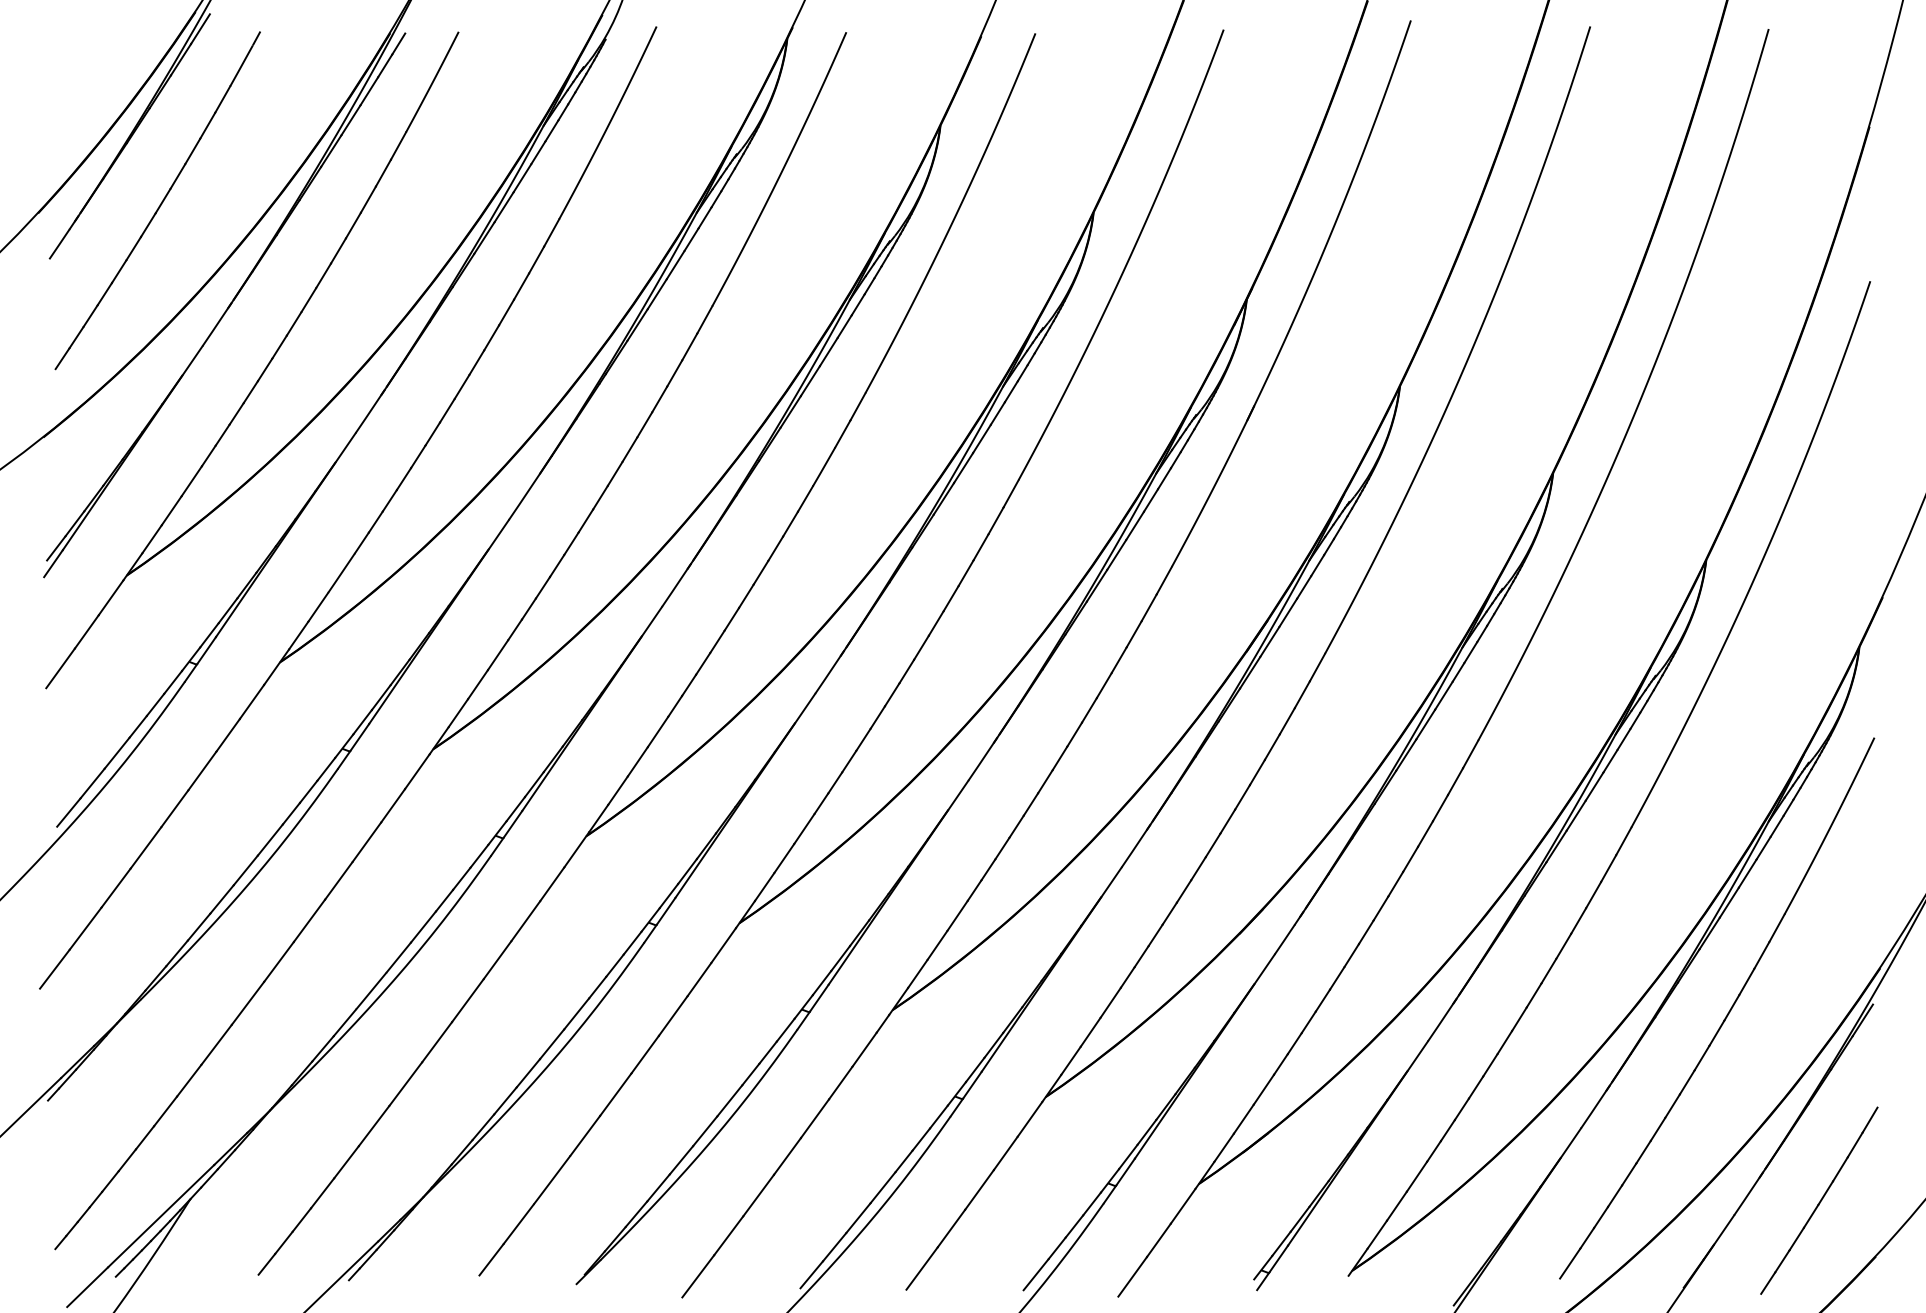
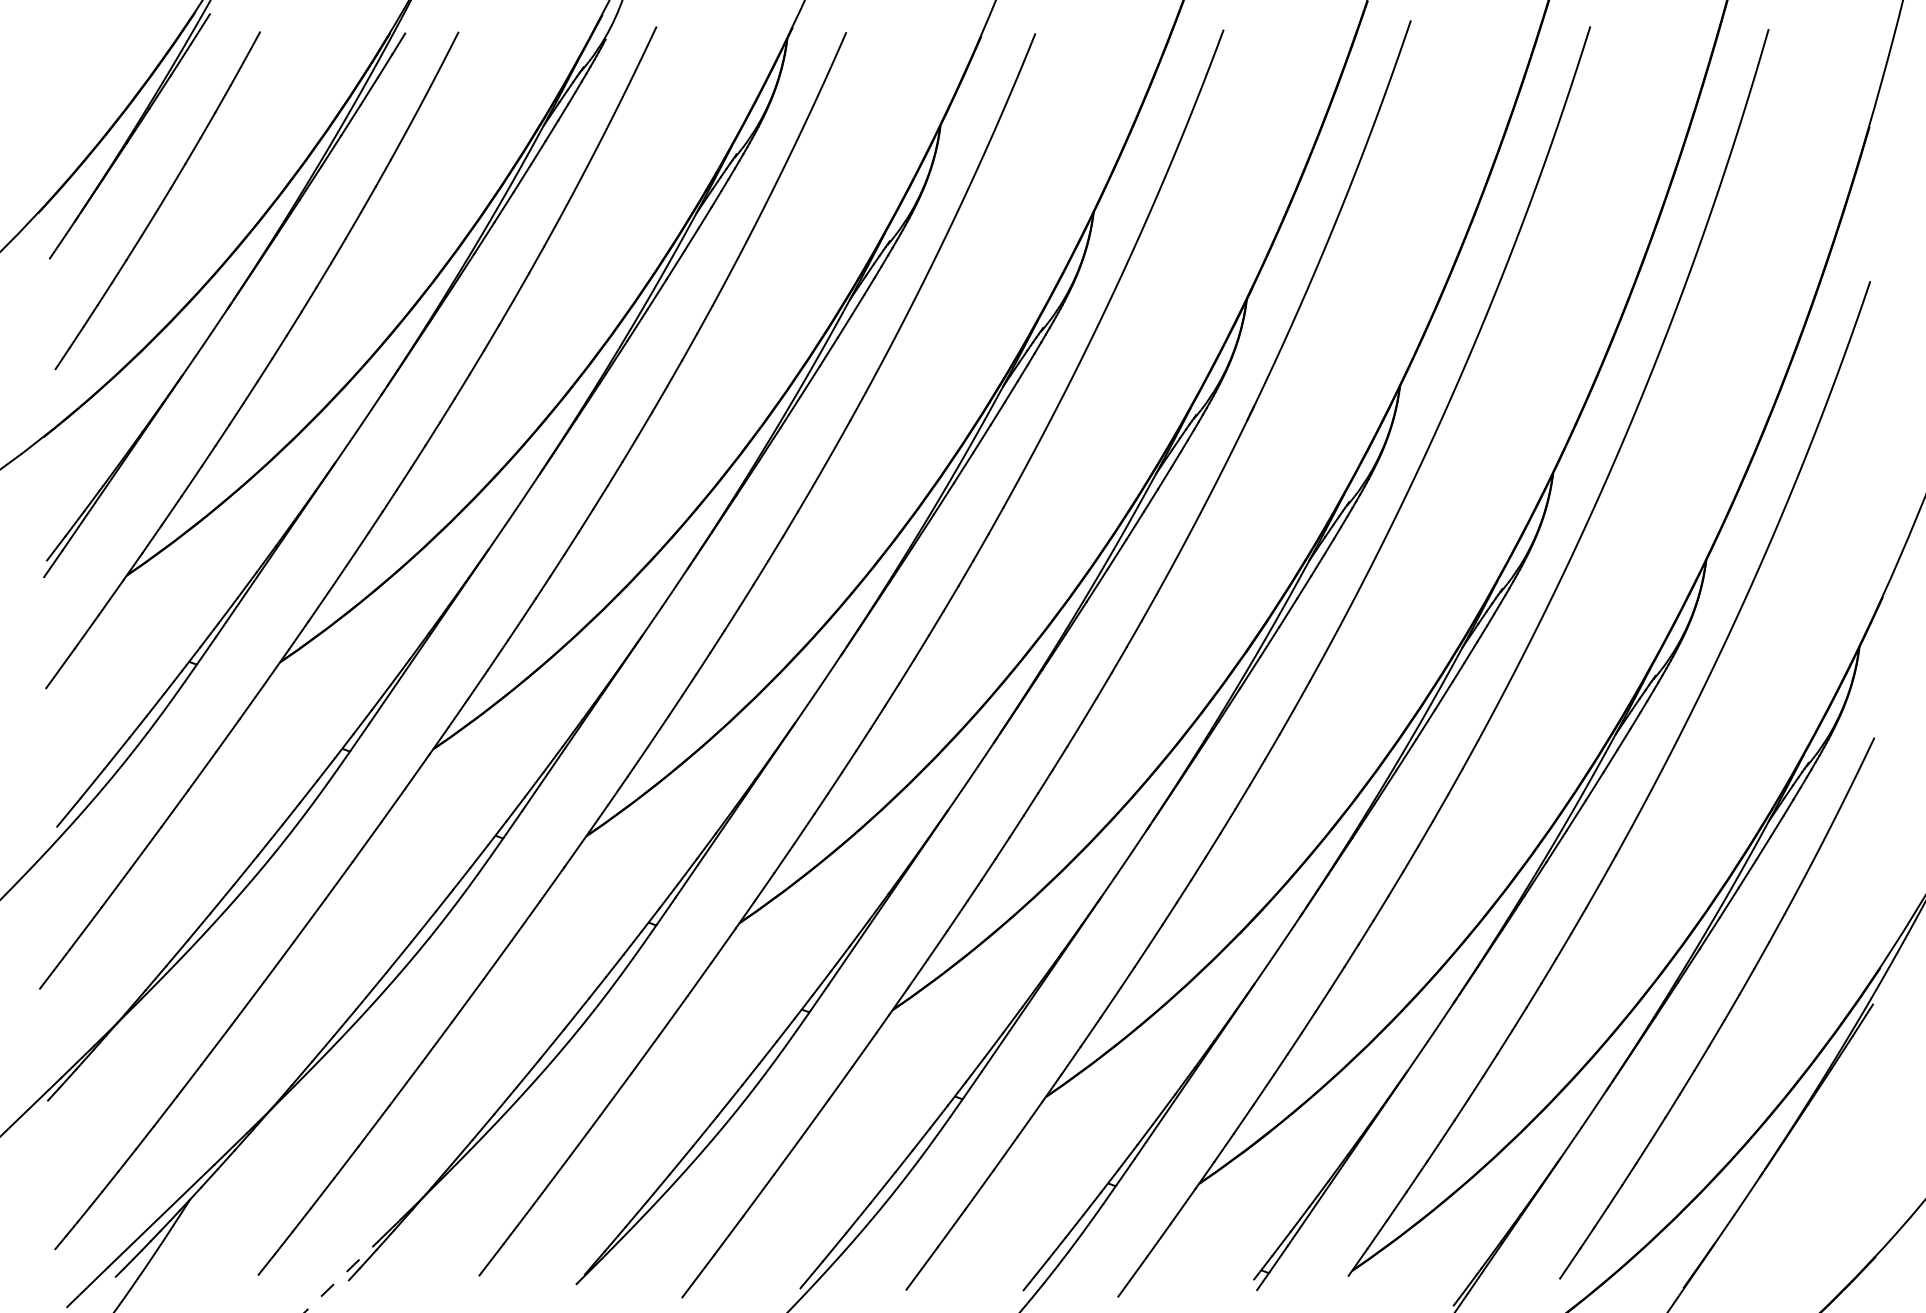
part at (1819, 1200): present -> none
line at (341, 1276): solid -> dashed
